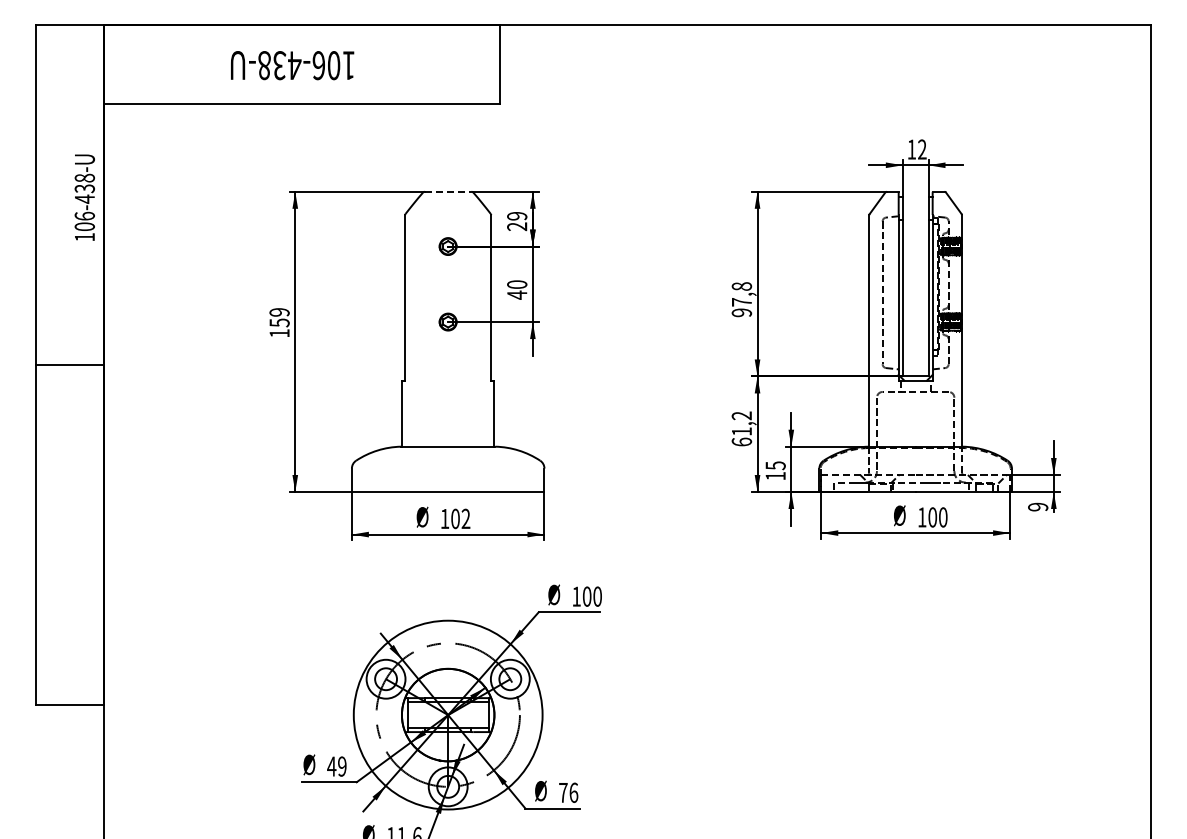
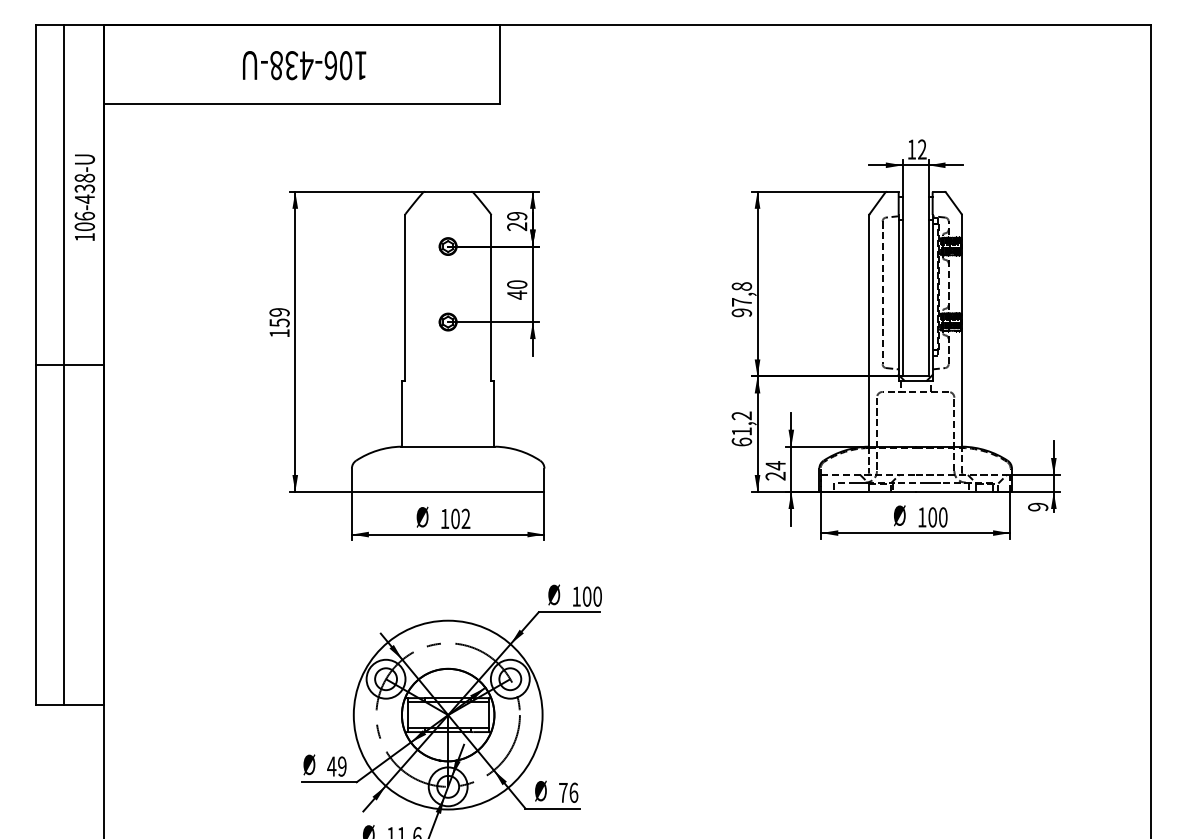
text at (292, 65) position: (292, 65) -> (304, 65)
line at (448, 191): dashed -> solid
line at (63, 364): none -> present
text at (775, 470): 15 -> 24
